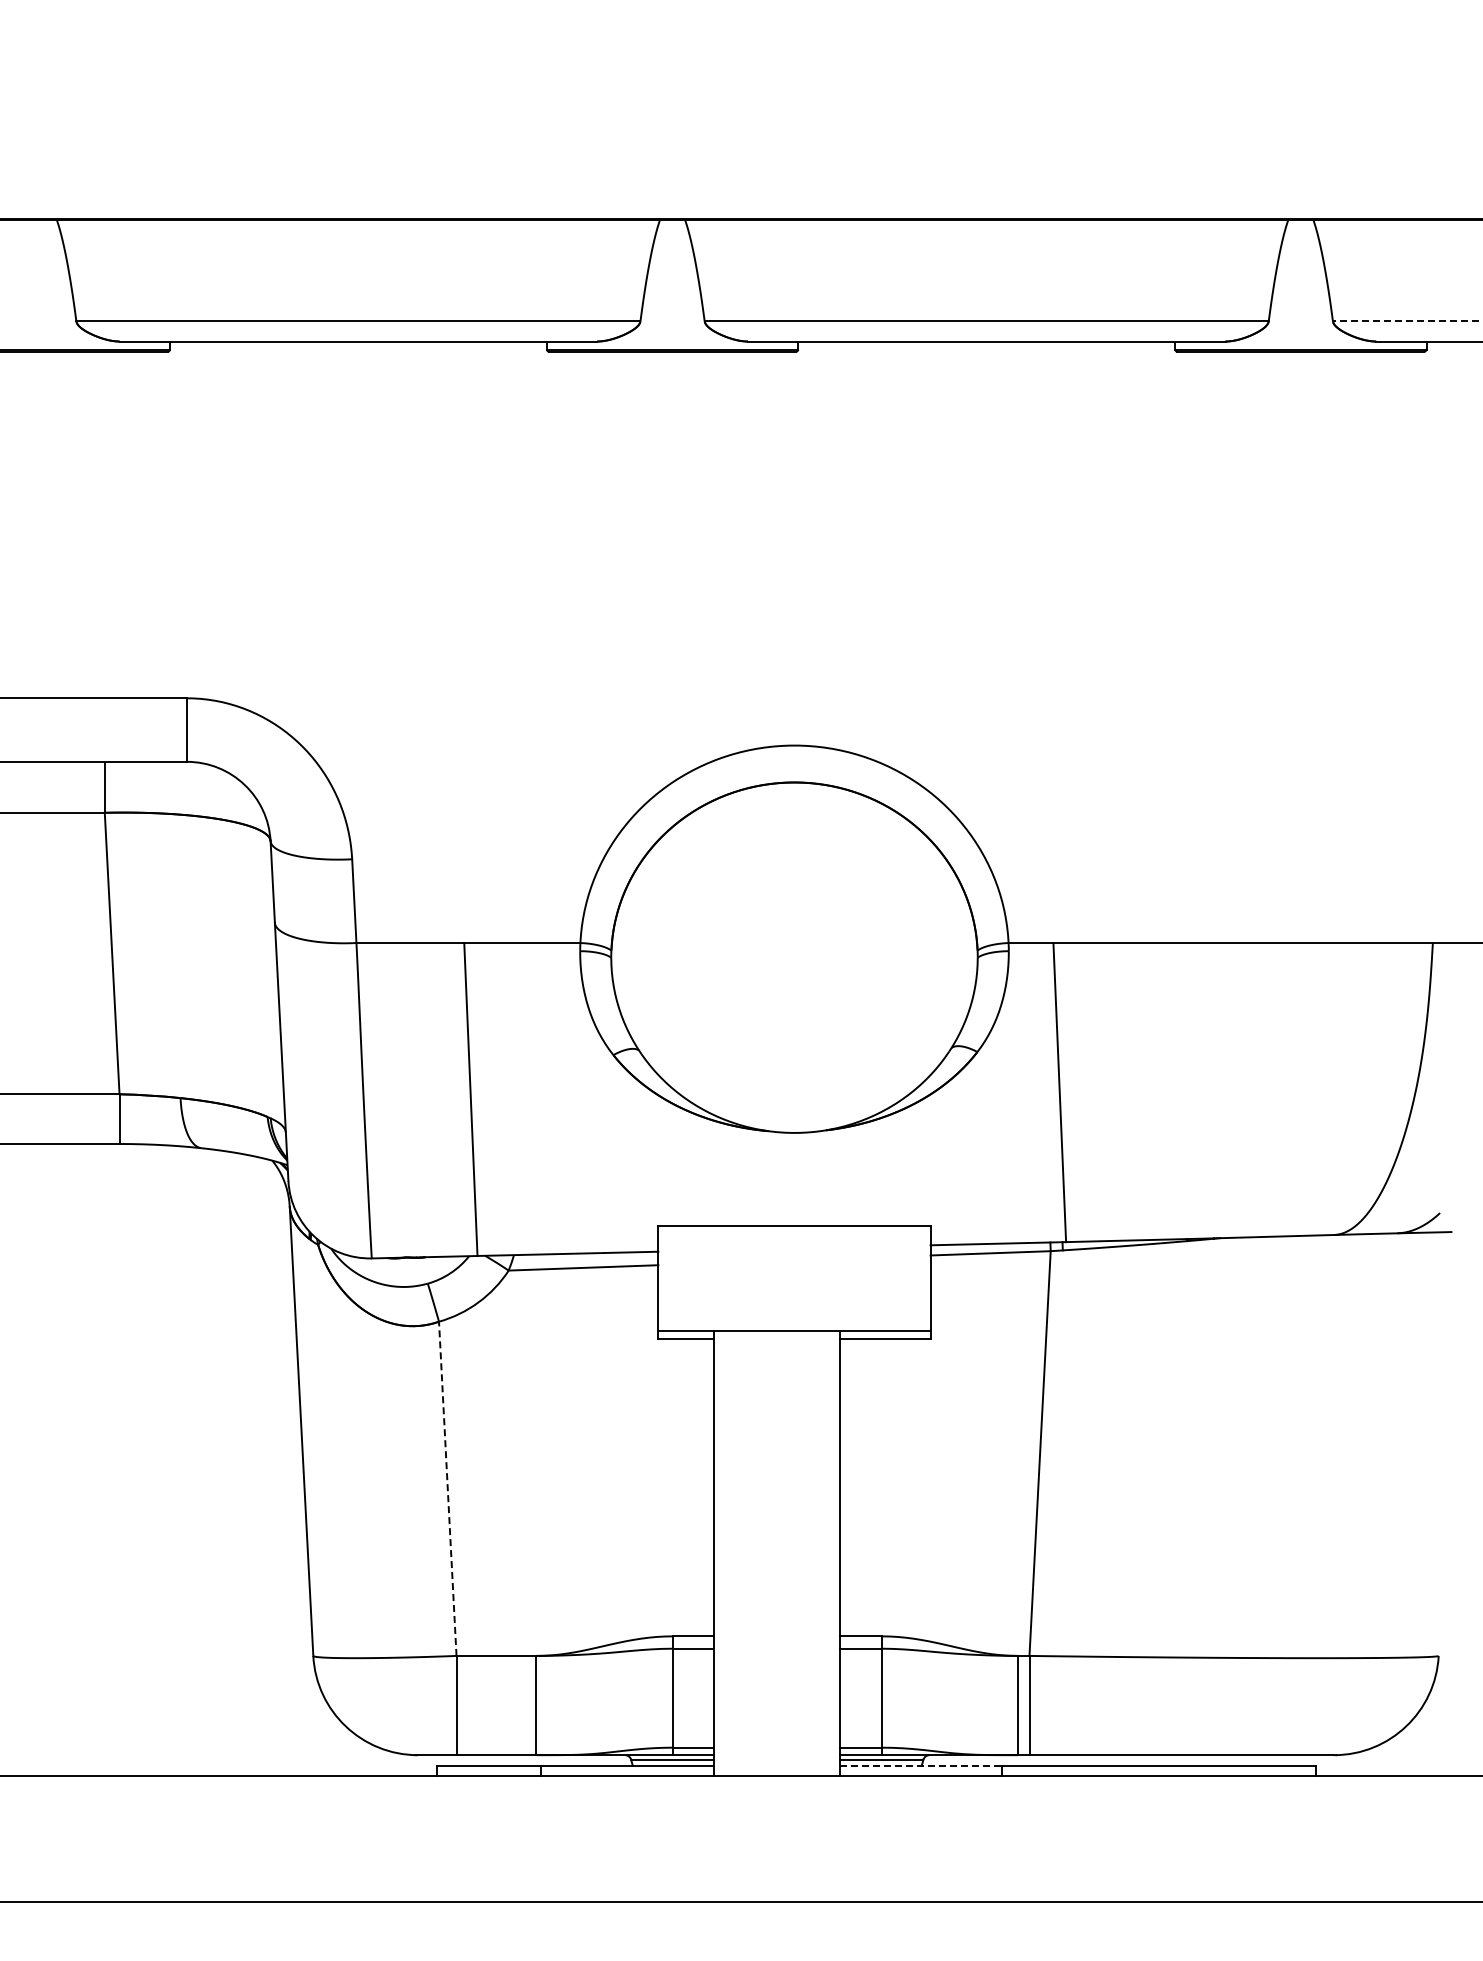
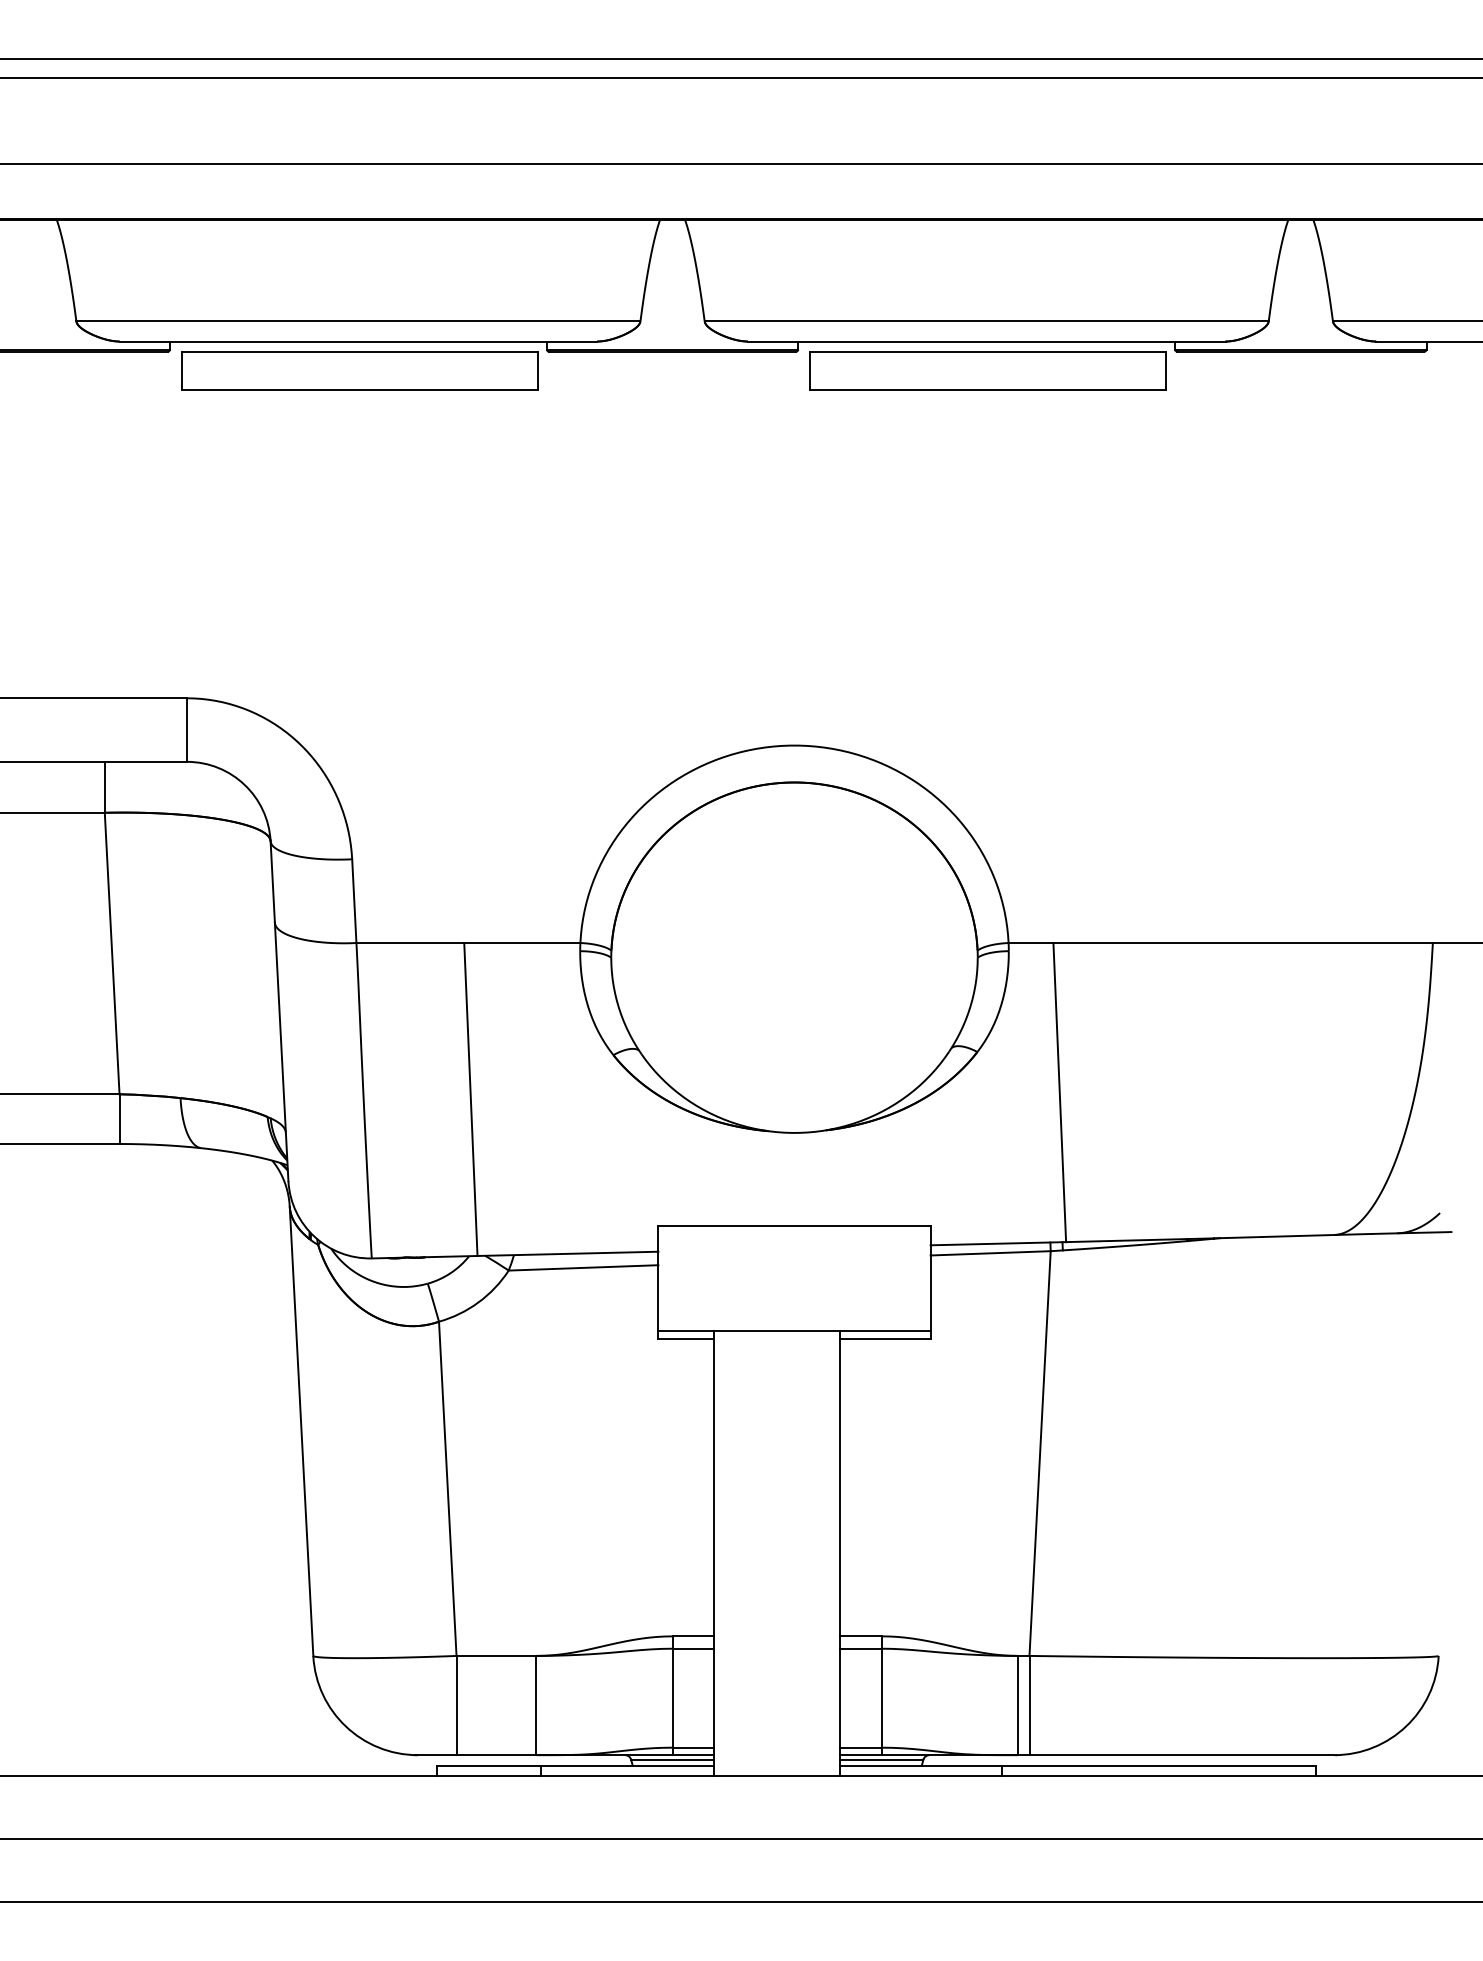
line at (740, 58): none -> present
line at (740, 77): none -> present
line at (740, 163): none -> present
line at (1407, 321): dashed -> solid
part at (359, 370): none -> present
part at (987, 370): none -> present
line at (447, 1488): dashed -> solid
line at (921, 1765): dashed -> solid
line at (740, 1838): none -> present
